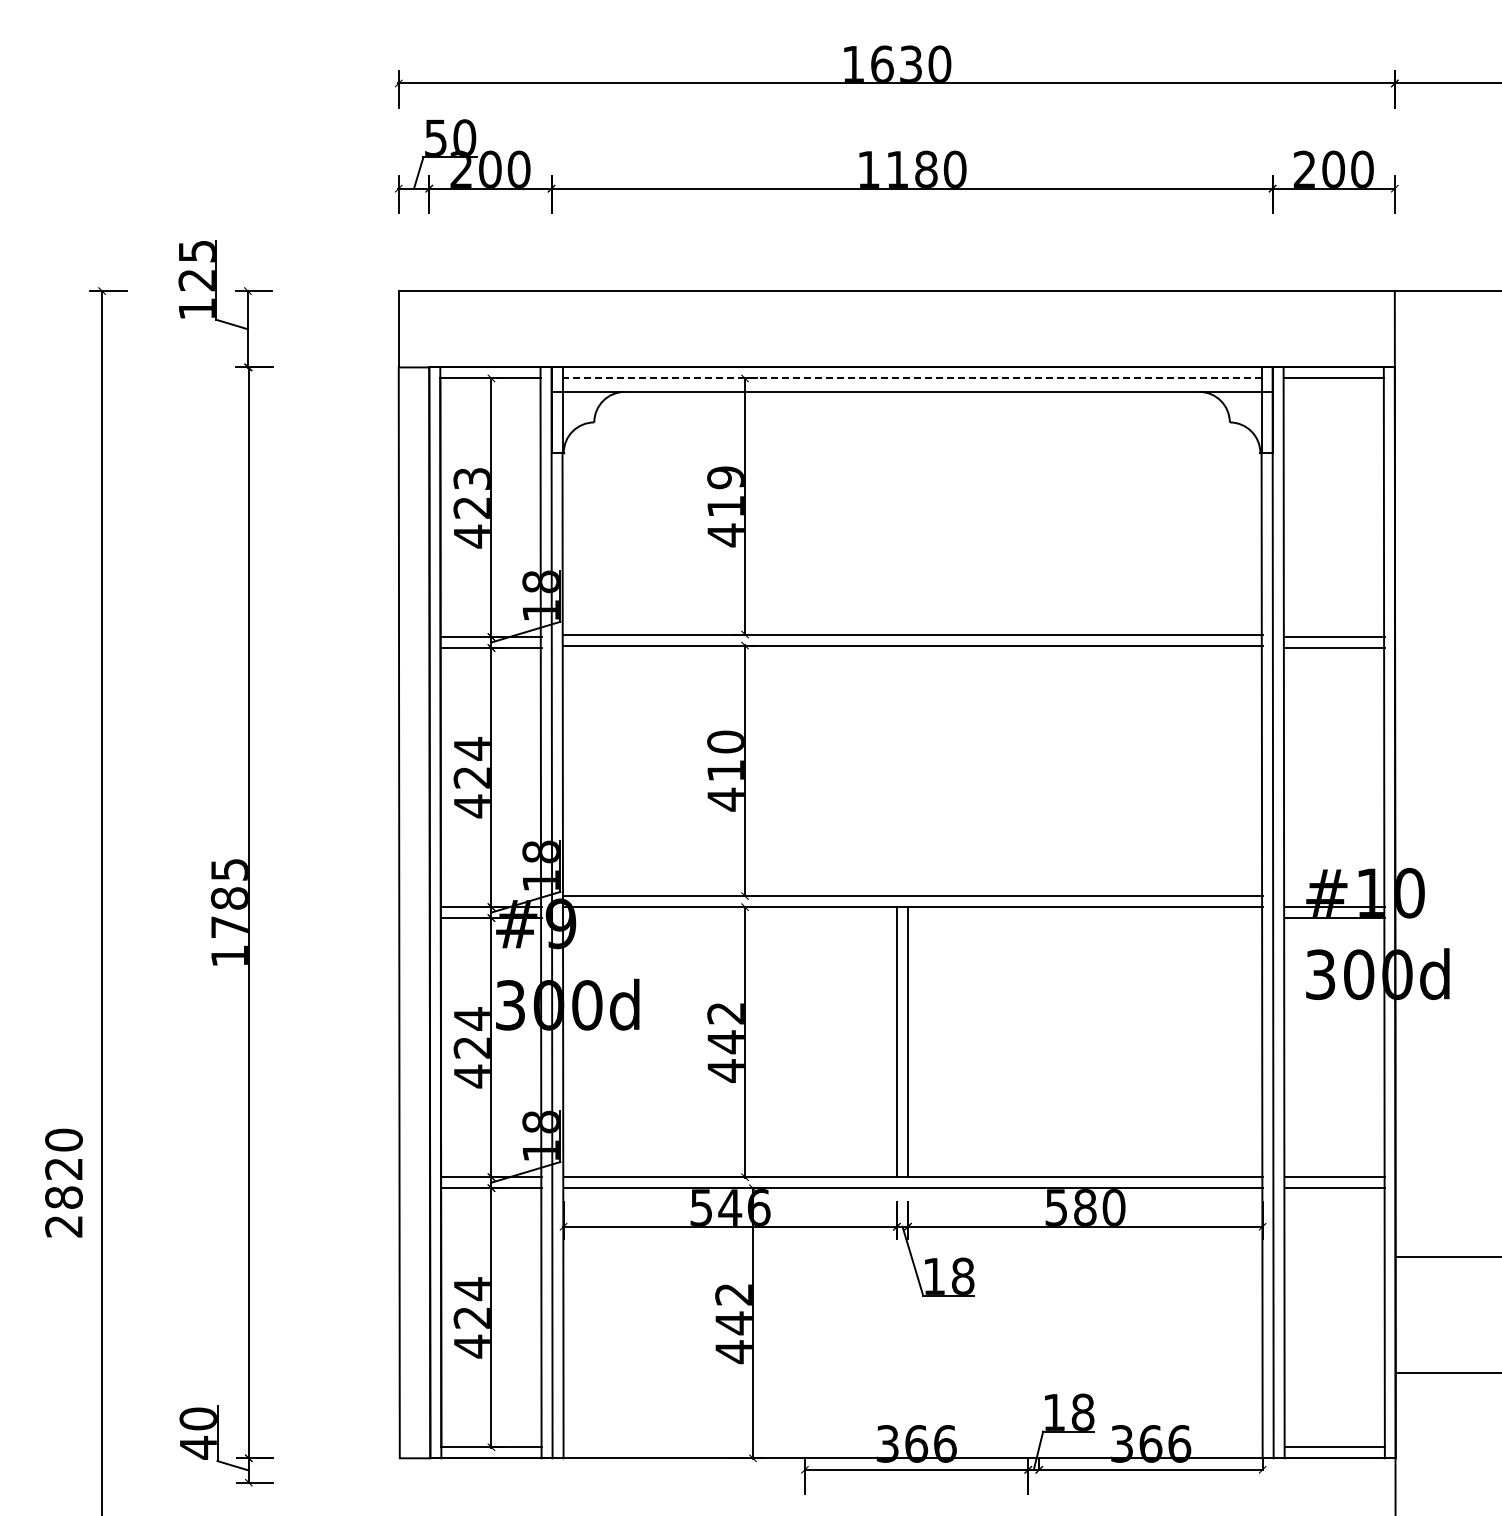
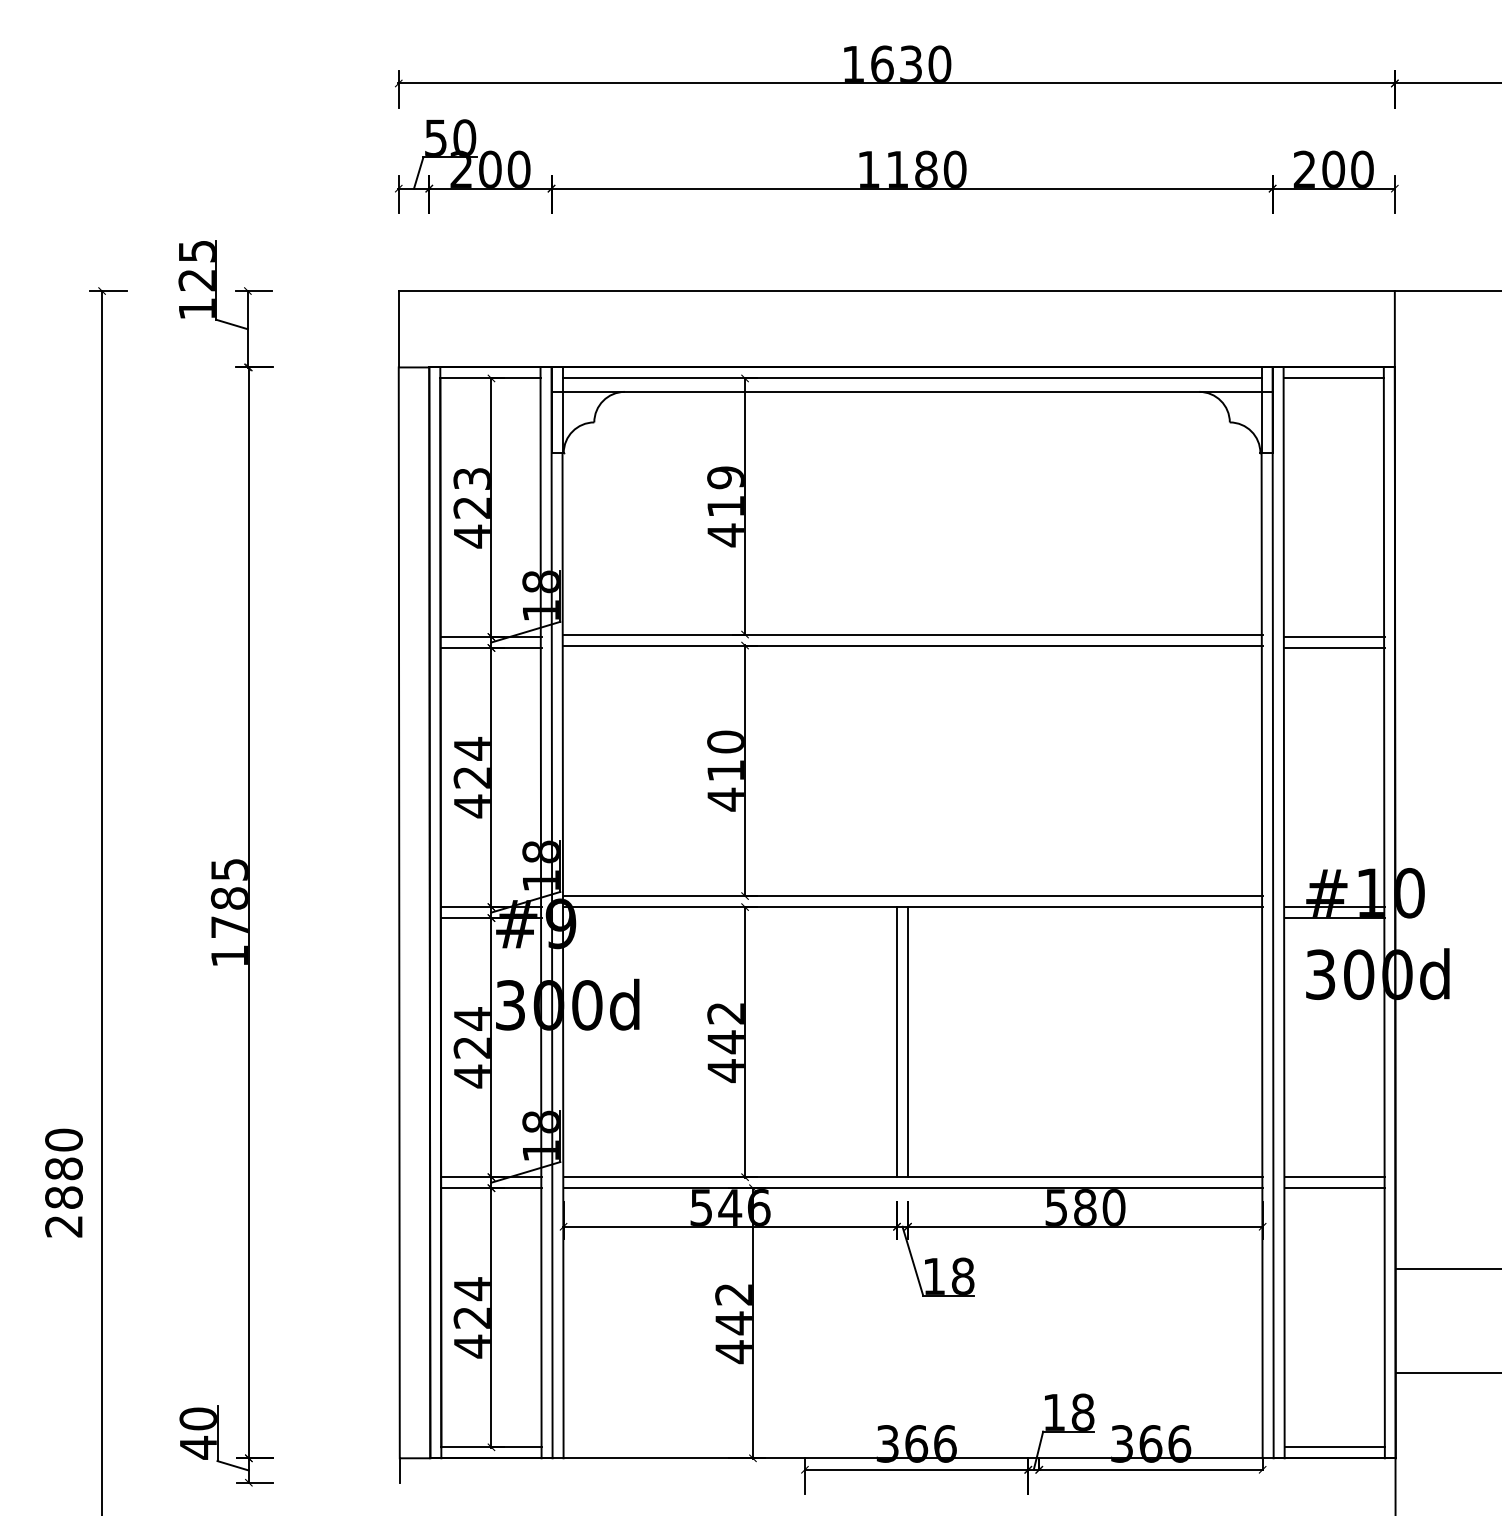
line at (912, 378): dashed -> solid
text at (63, 1168): 2820 -> 2880
line at (1446, 1256) position: (1446, 1256) -> (1446, 1268)
line at (399, 1470): none -> present
